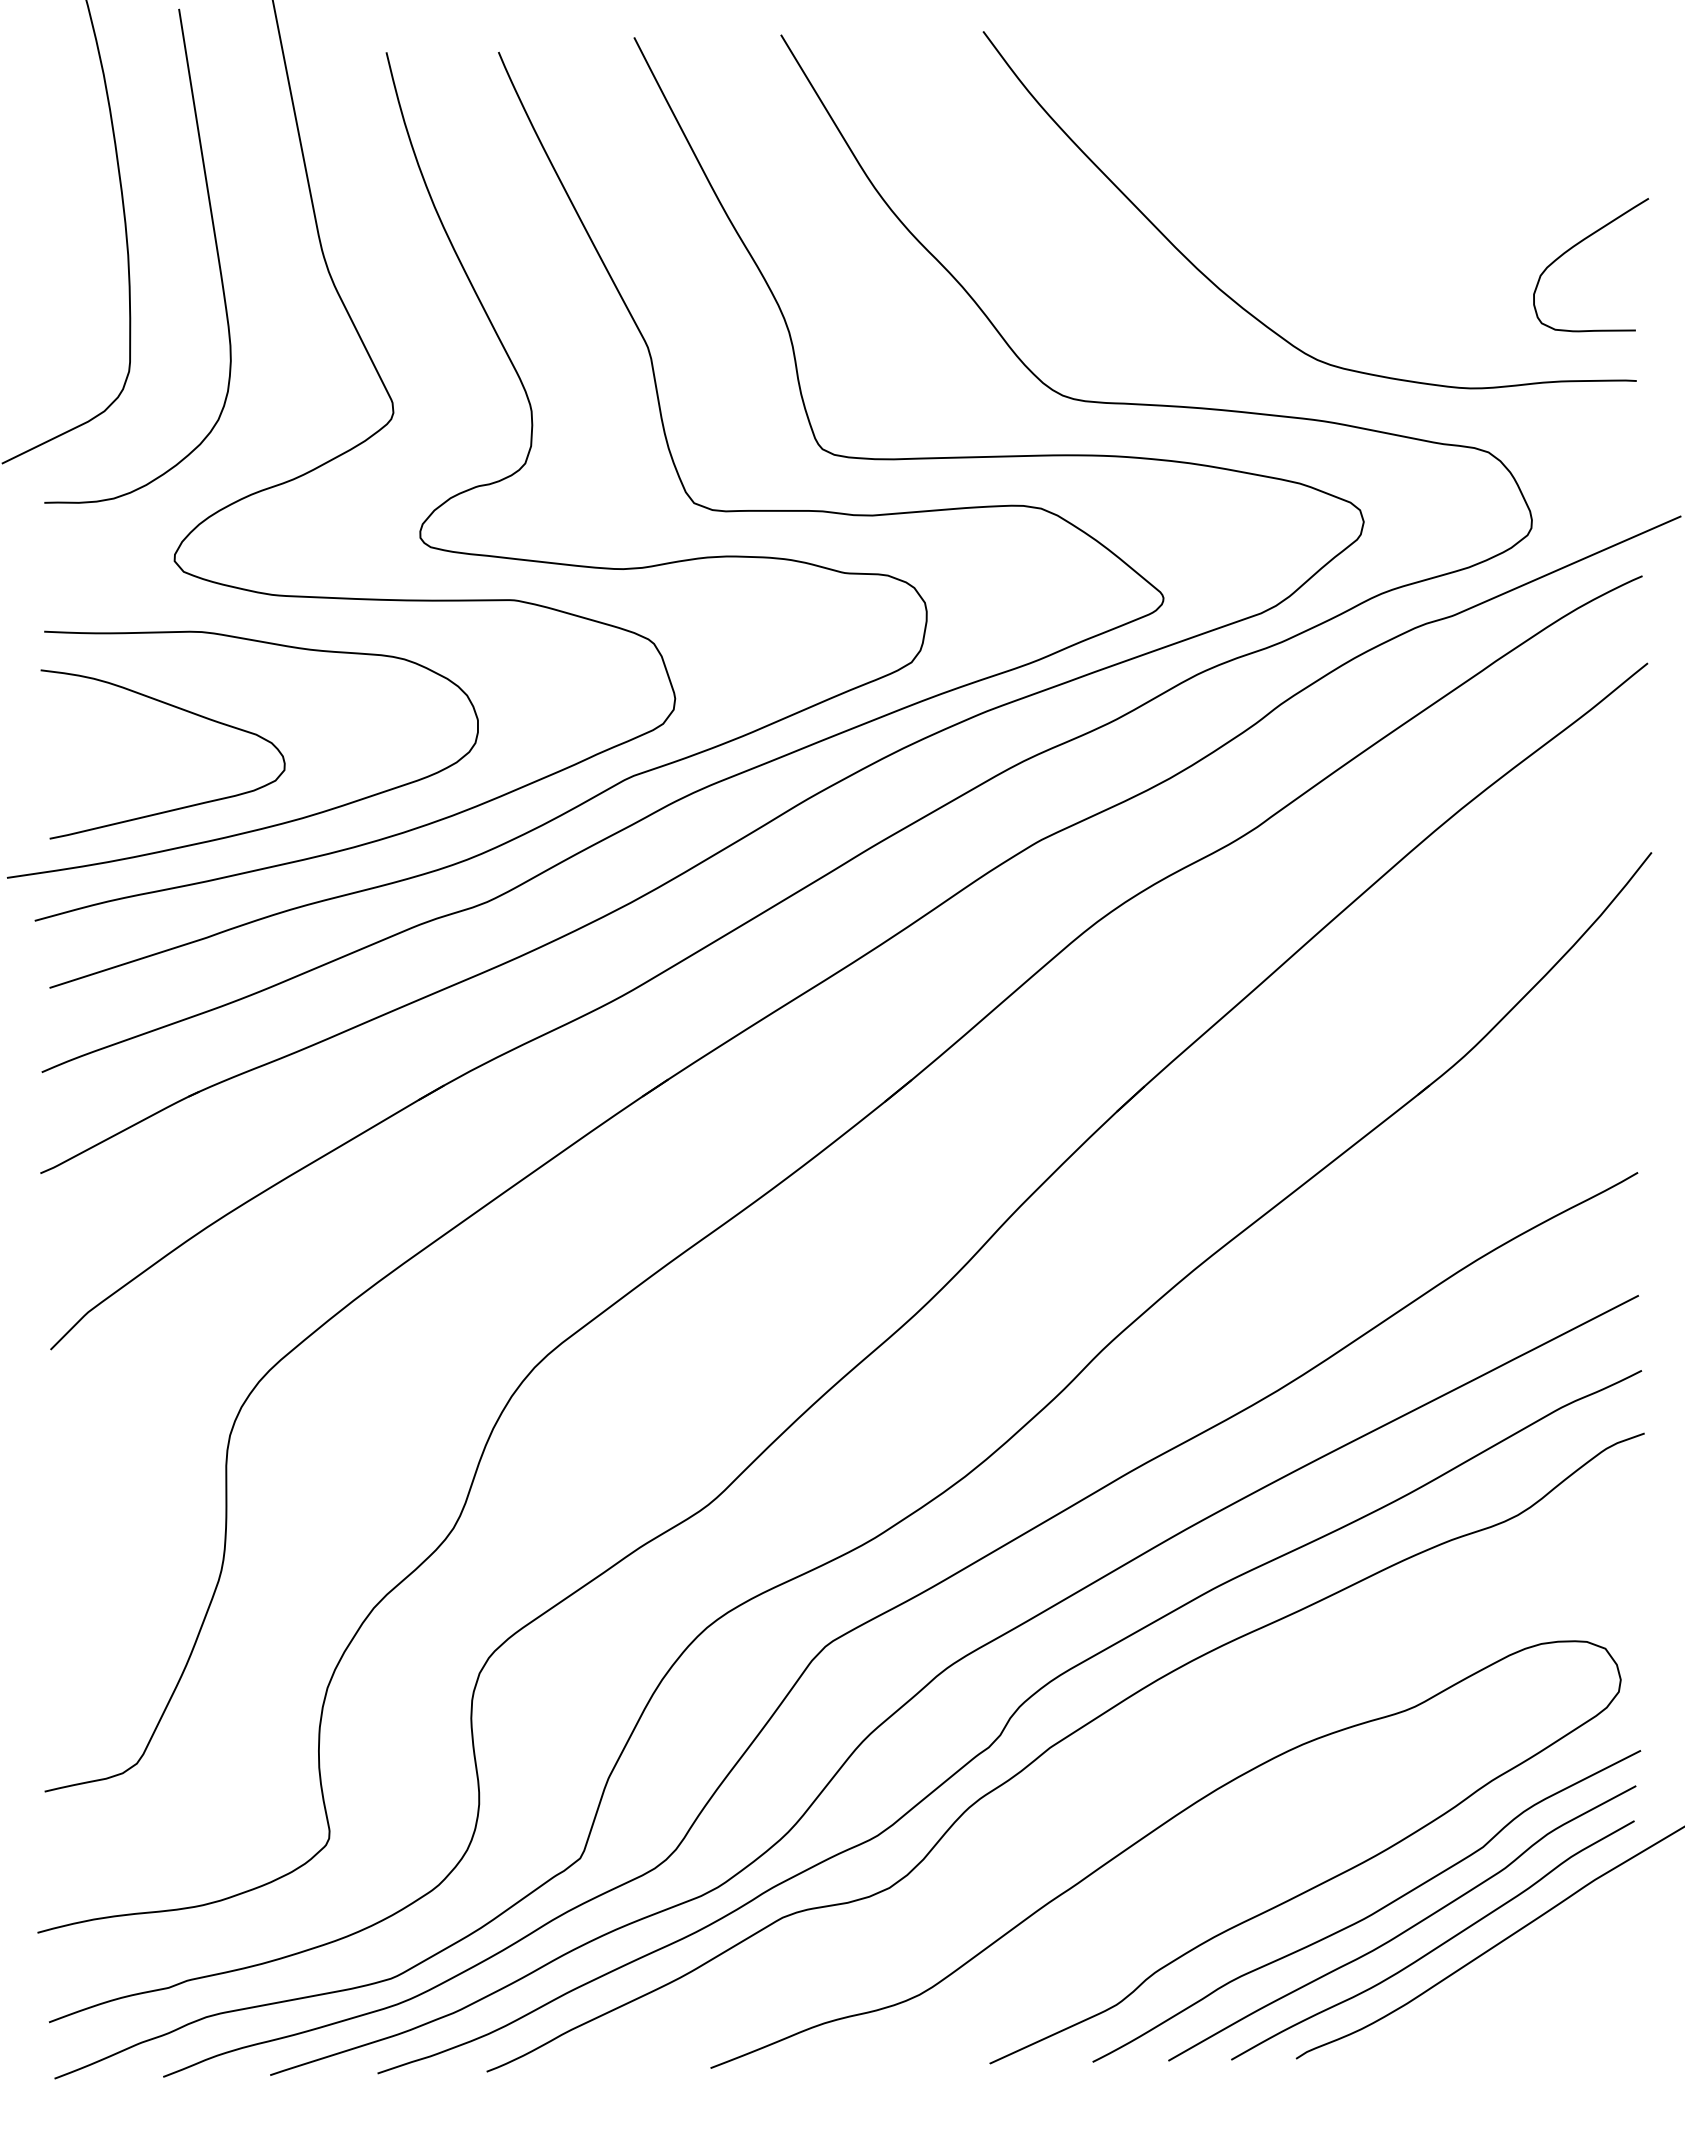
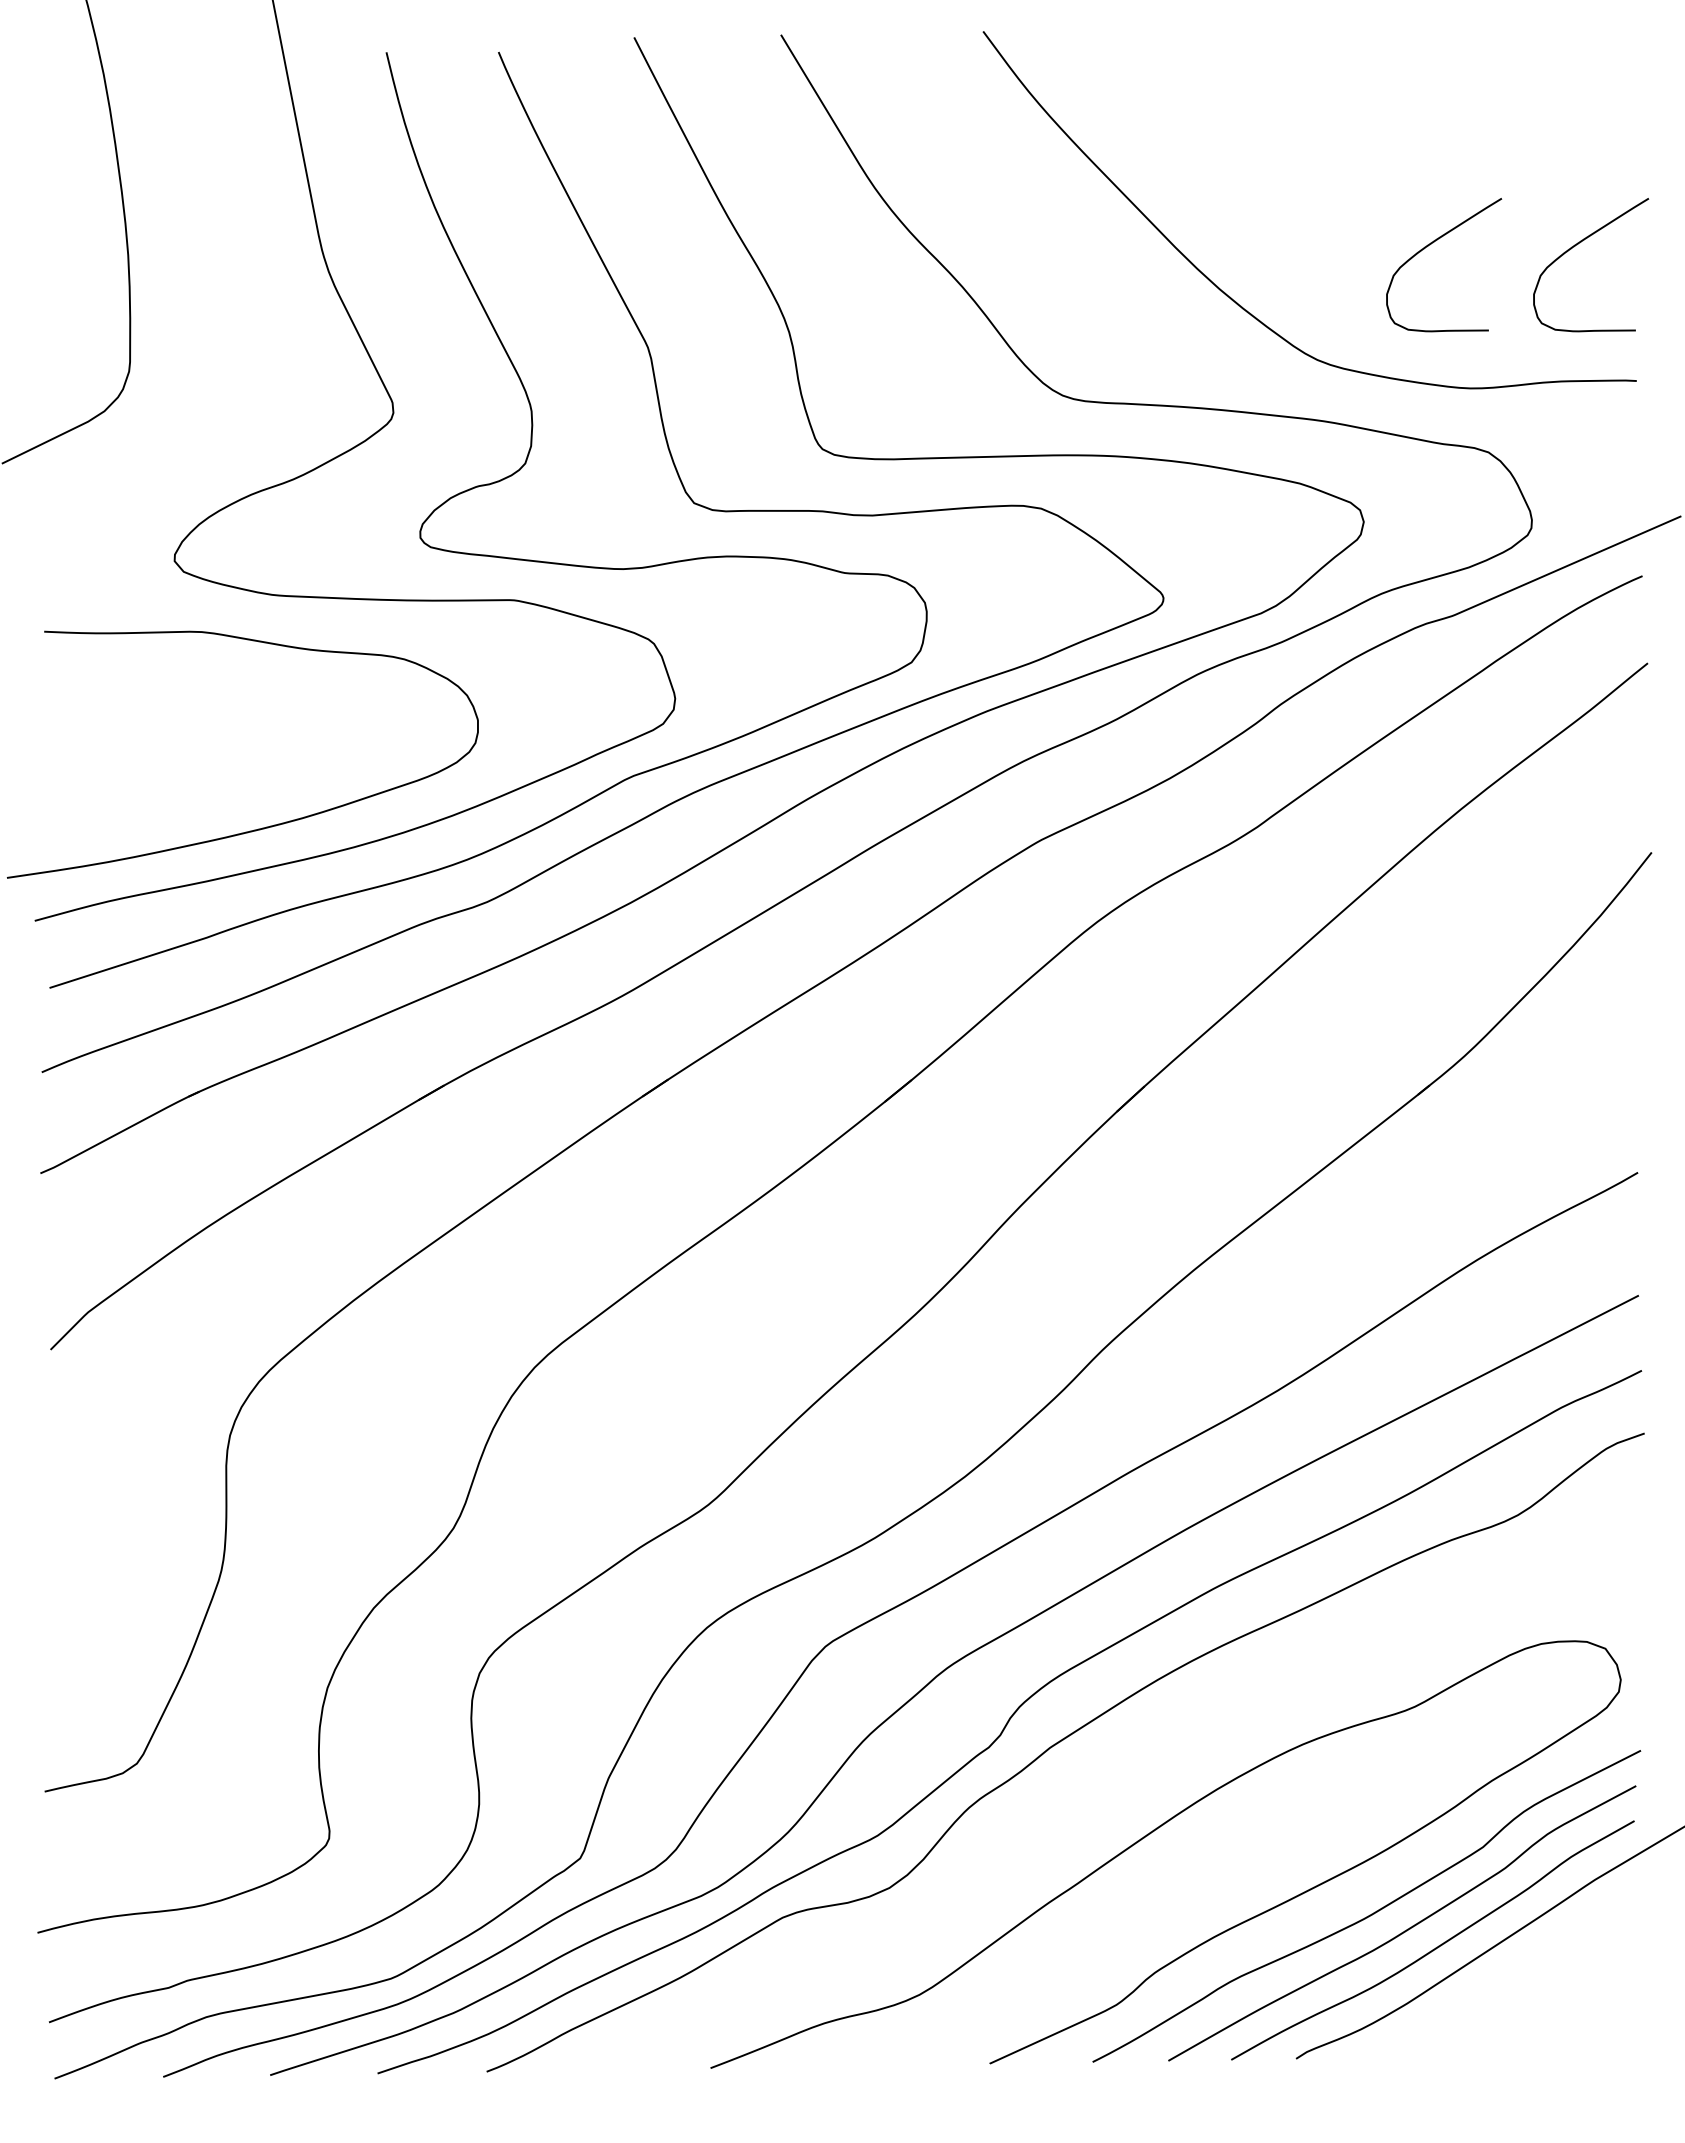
curve at (214, 240): present -> none
curve at (1431, 244): none -> present
curve at (176, 708): present -> none
